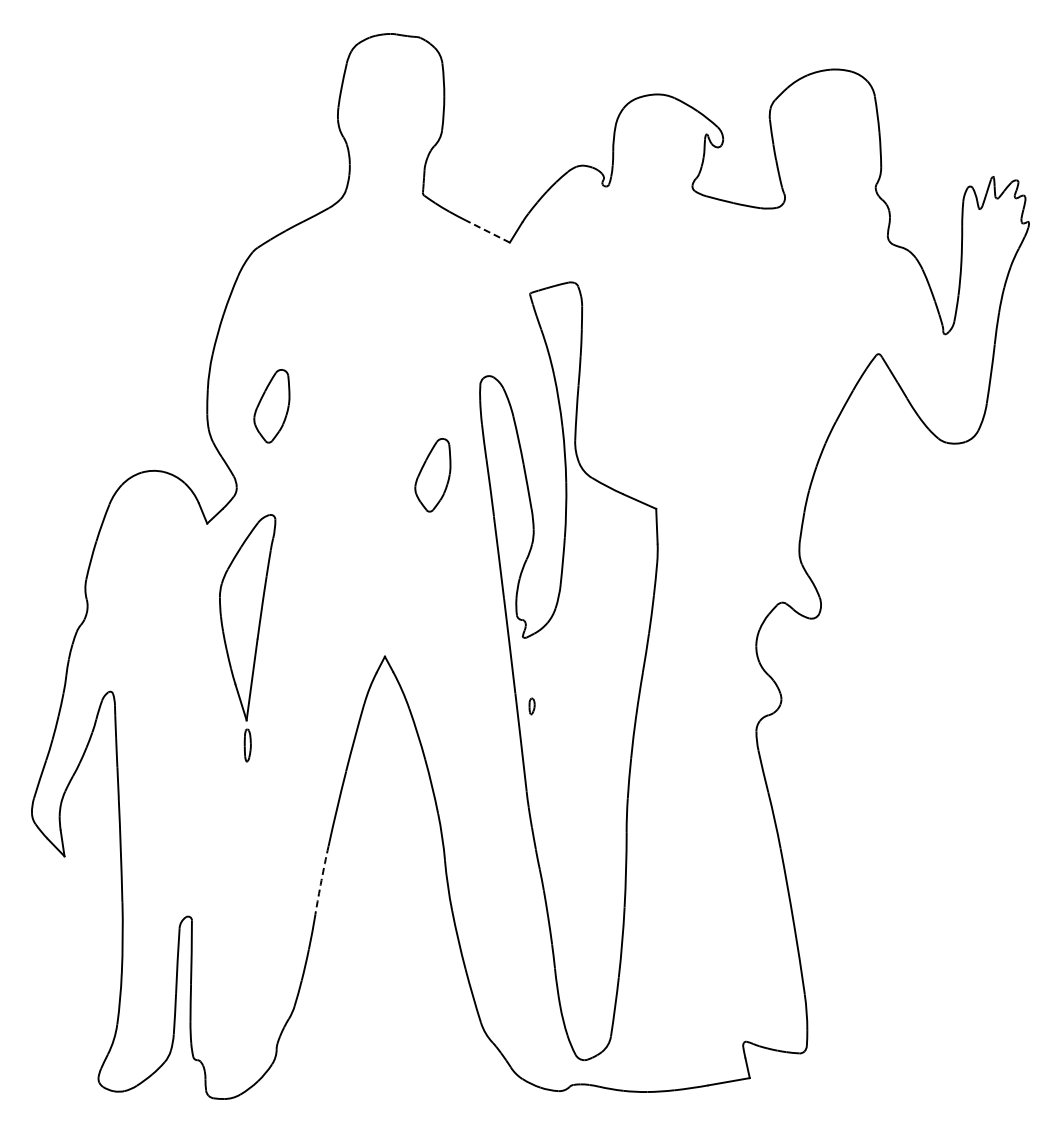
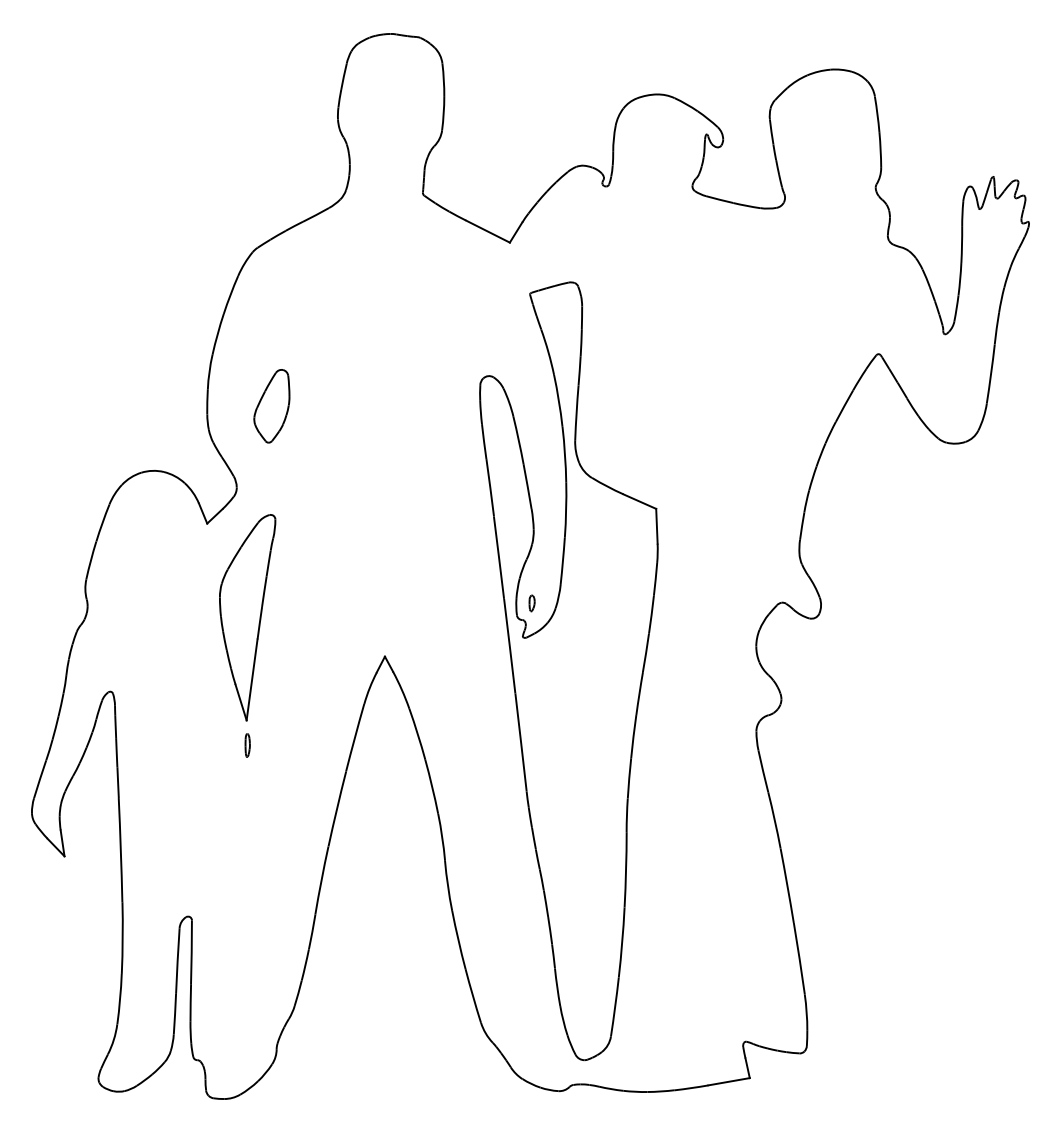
line at (487, 231): dashed -> solid
part at (432, 475): present -> none
part at (531, 706) position: (531, 706) -> (531, 603)
part at (247, 745) size: 9x35 px -> 7x25 px
arc at (321, 880): dashed -> solid
